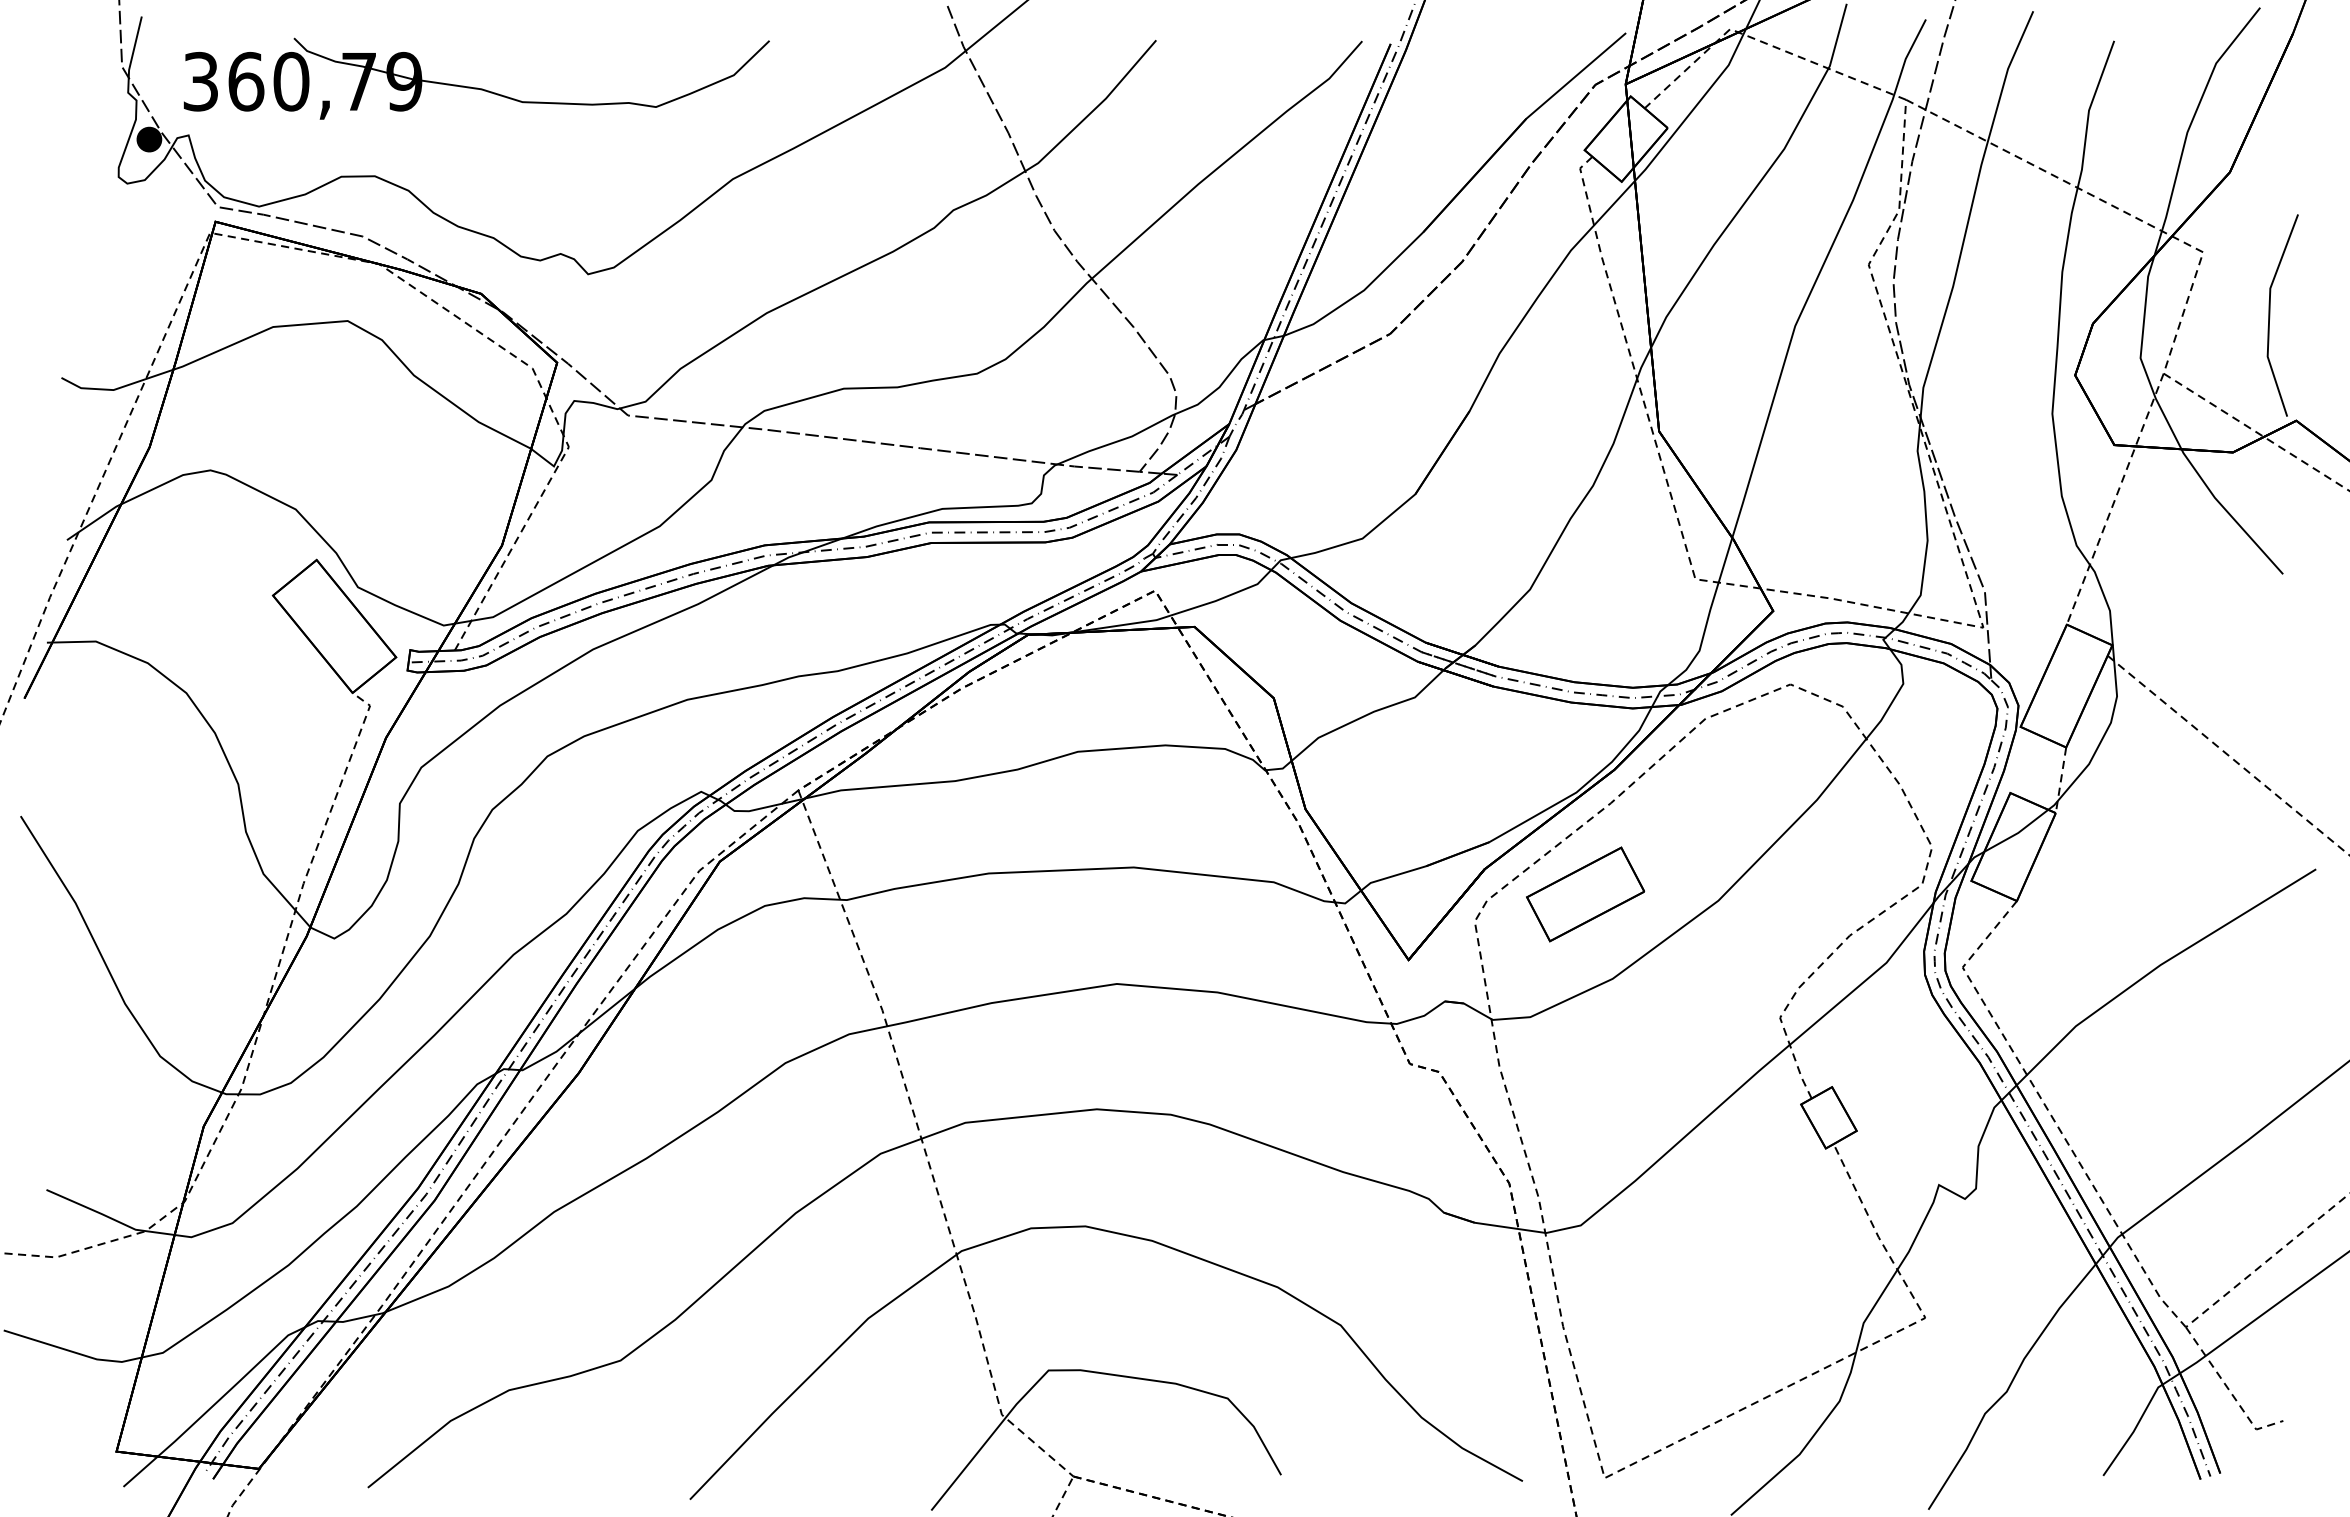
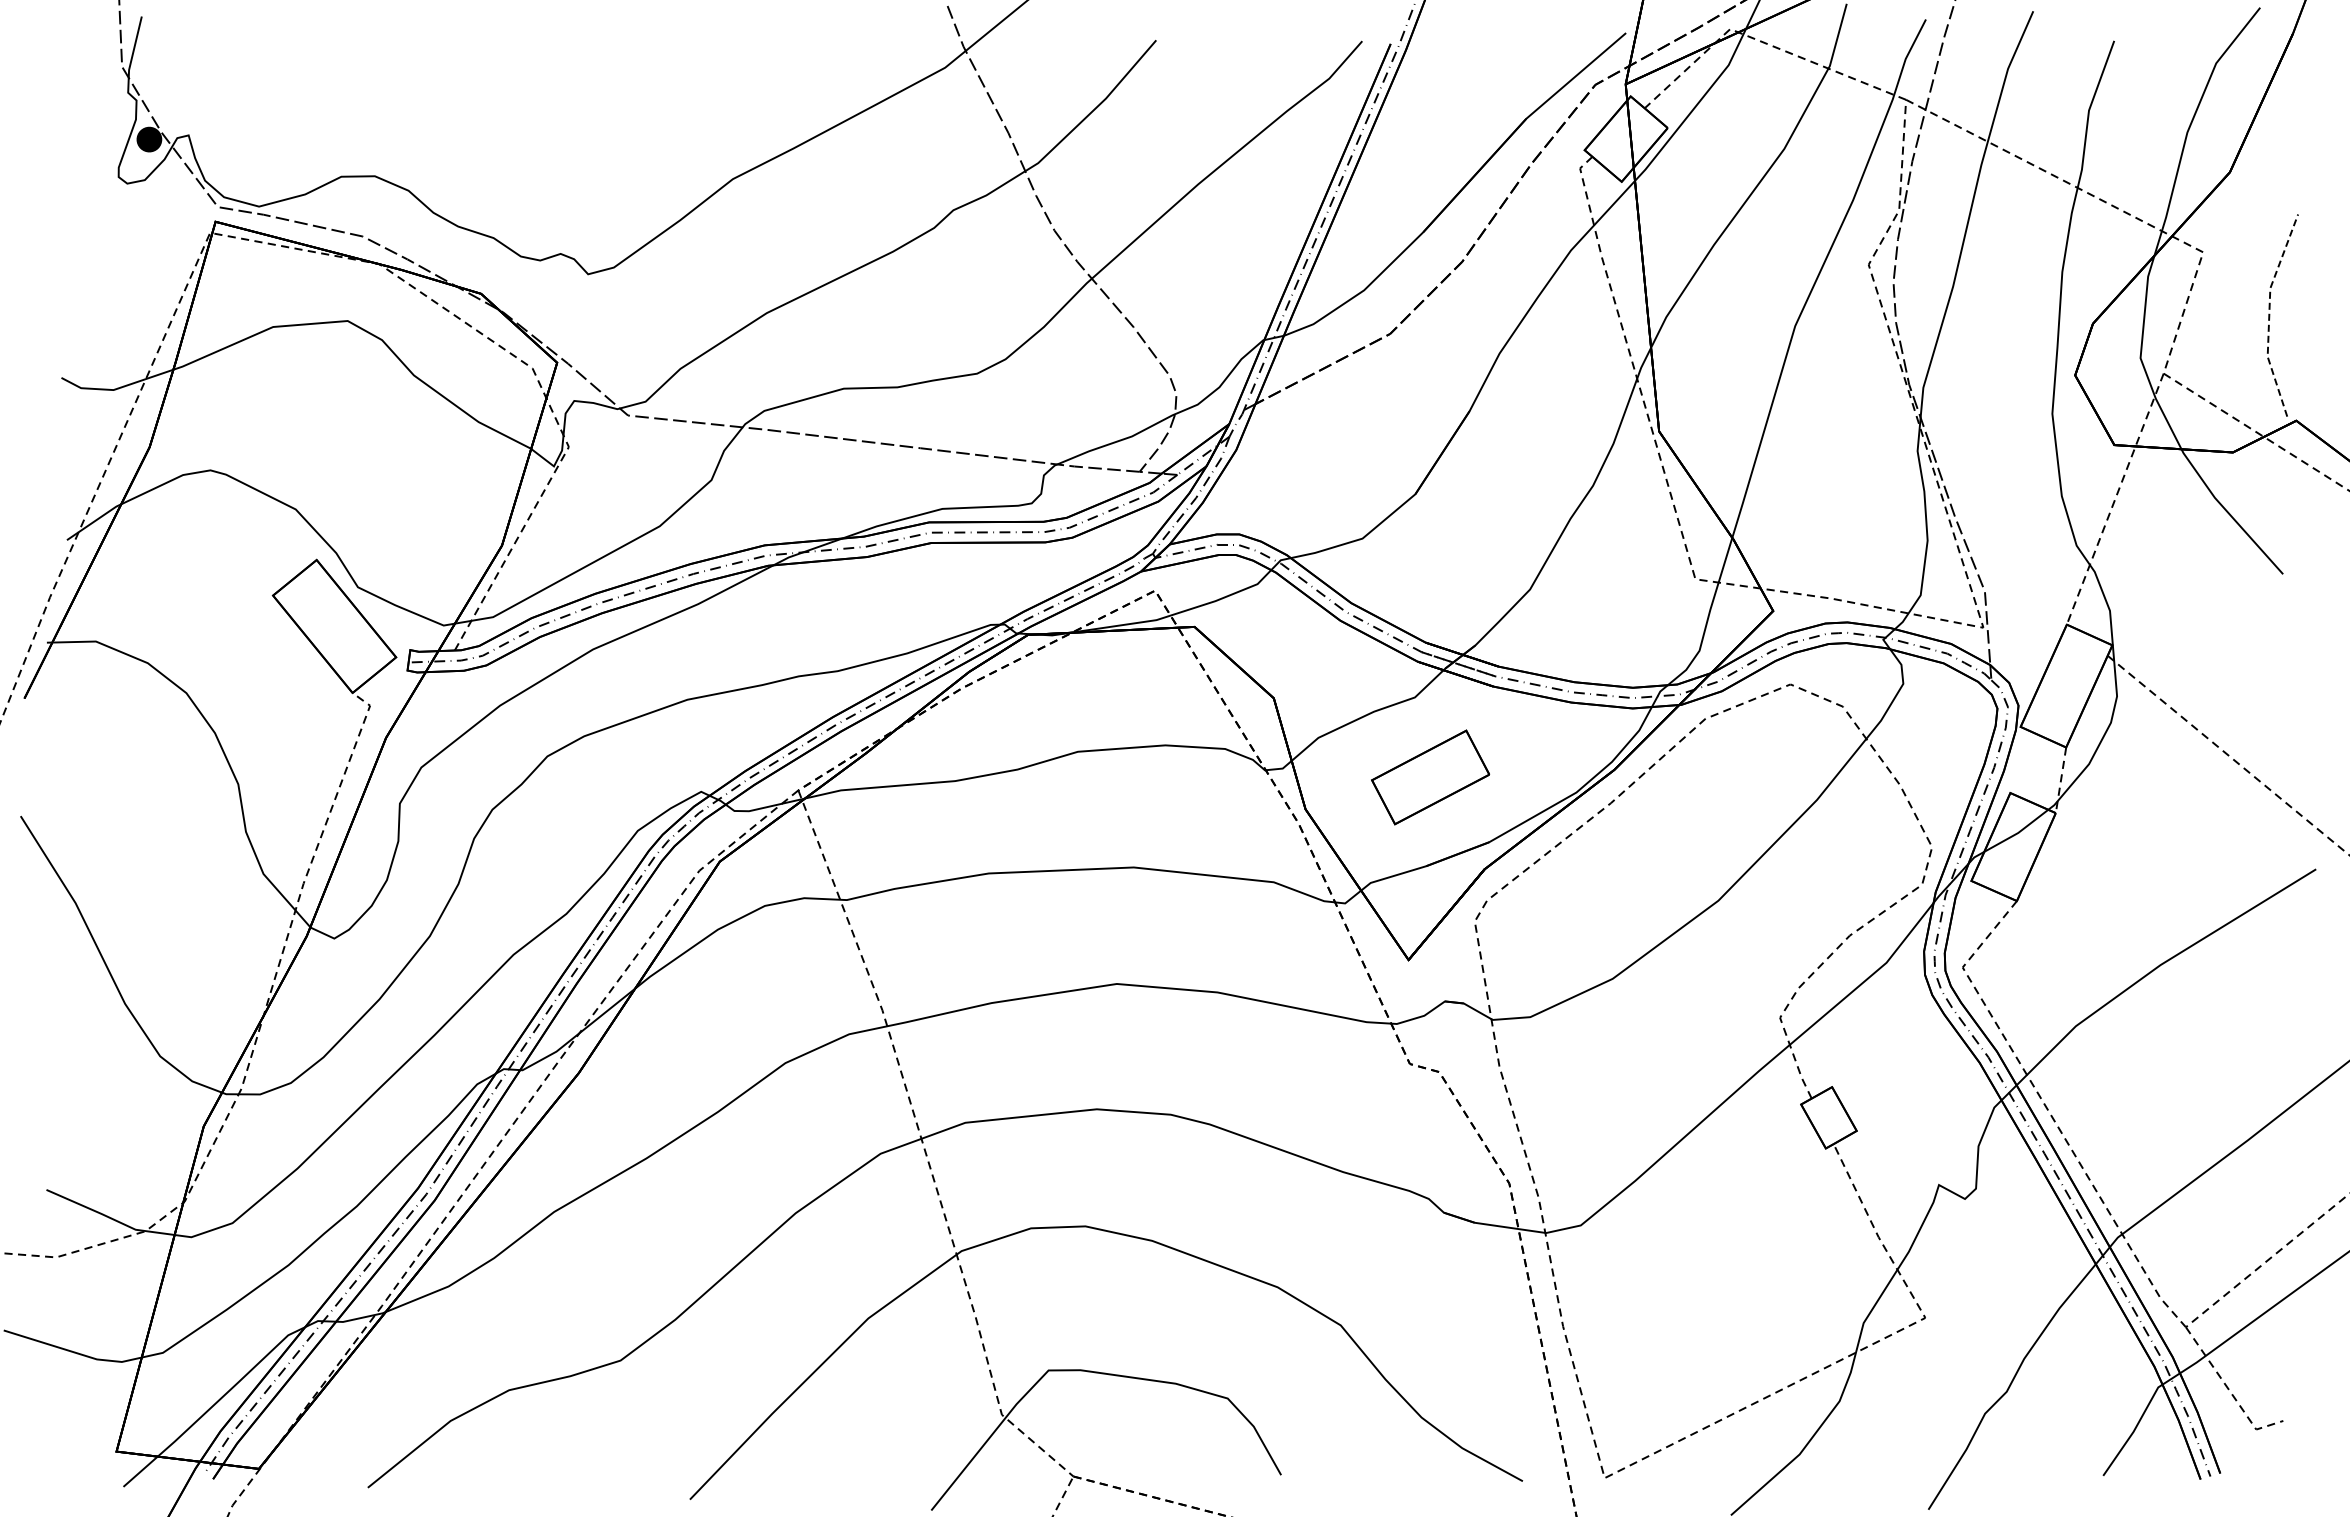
part at (476, 87): present -> none
line at (2269, 314): solid -> dashed
part at (1585, 894) position: (1585, 894) -> (1430, 777)
